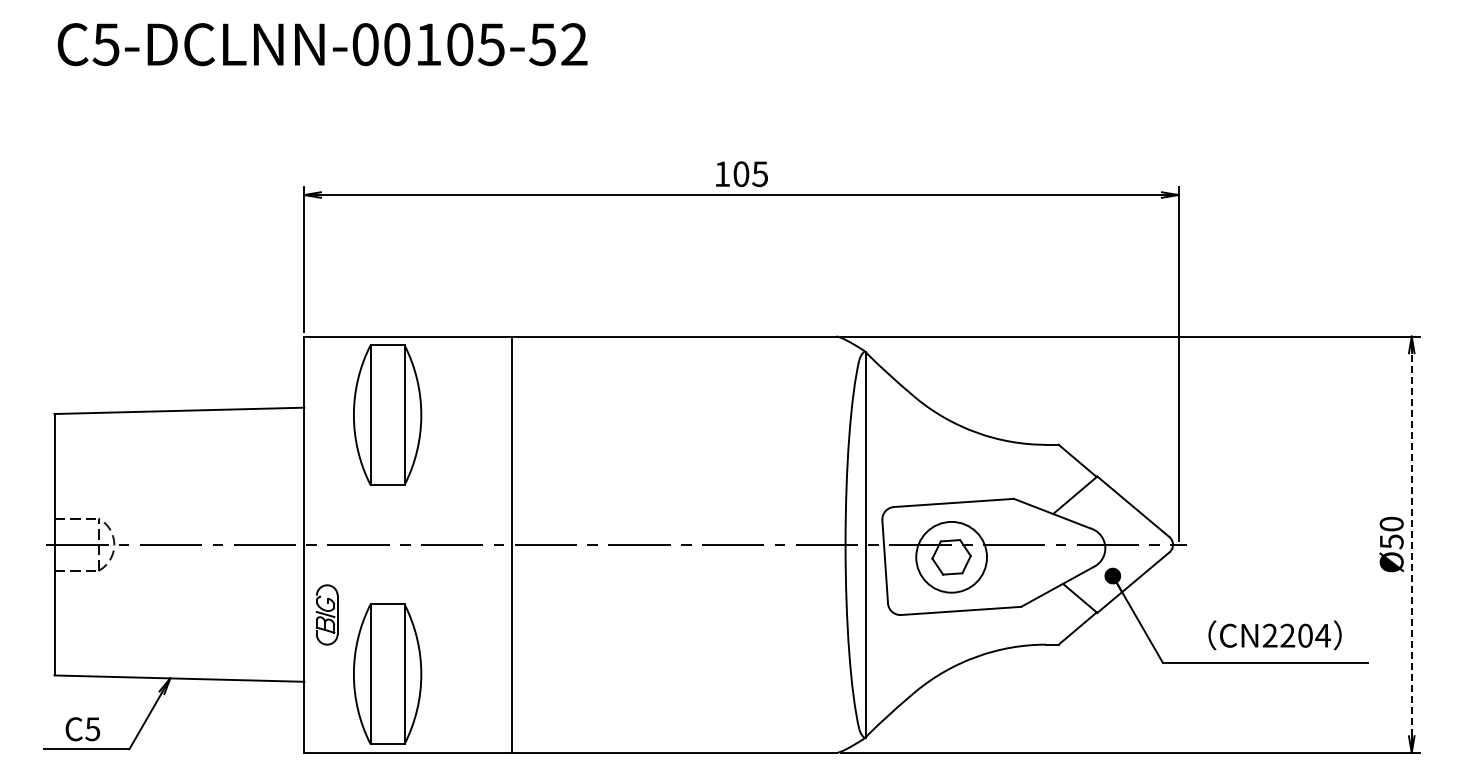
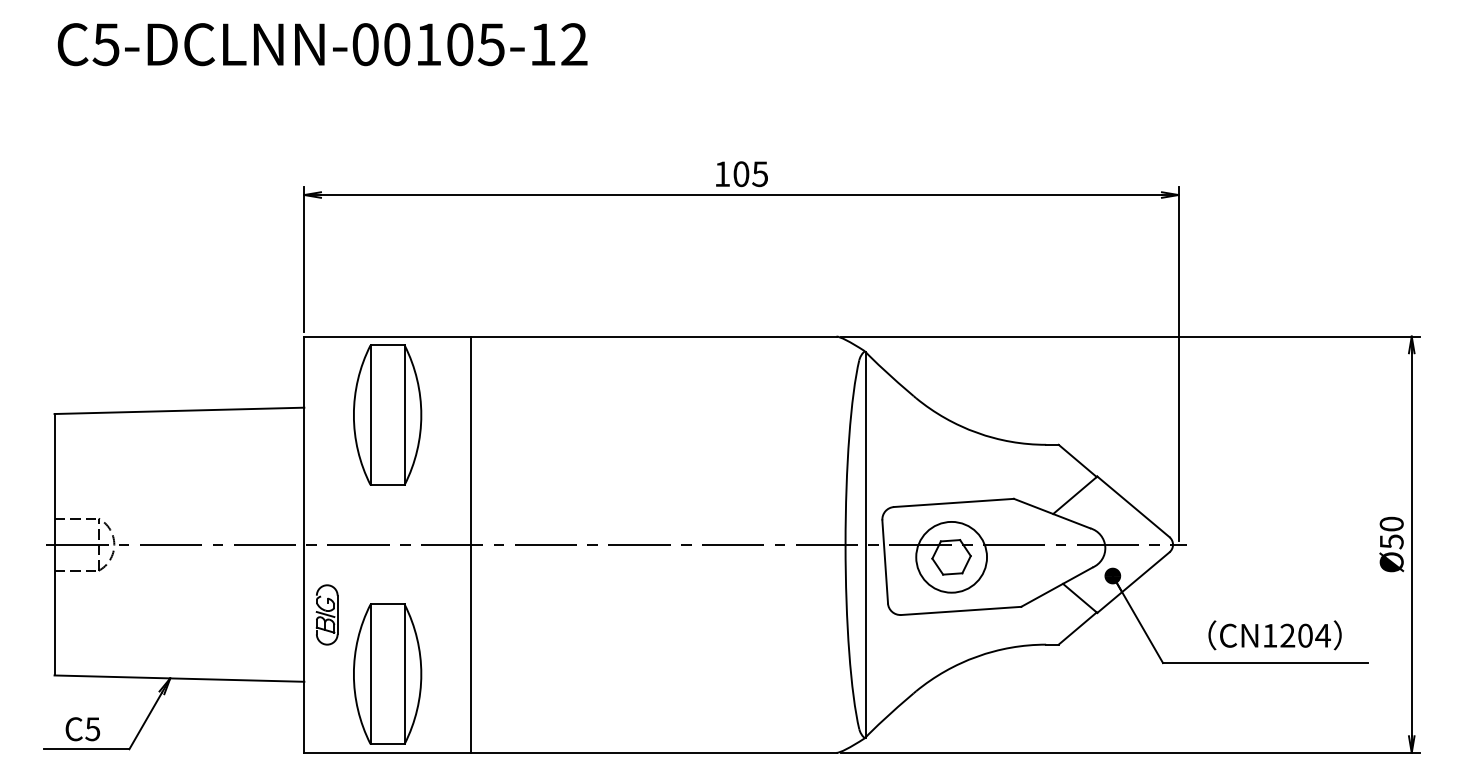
text at (542, 44): C5-DCLNN-00105-52 -> C5-DCLNN-00105-12
line at (511, 544) position: (511, 544) -> (470, 544)
line at (1411, 544): dashed -> solid
text at (1269, 635): CN2204 -> CN1204
